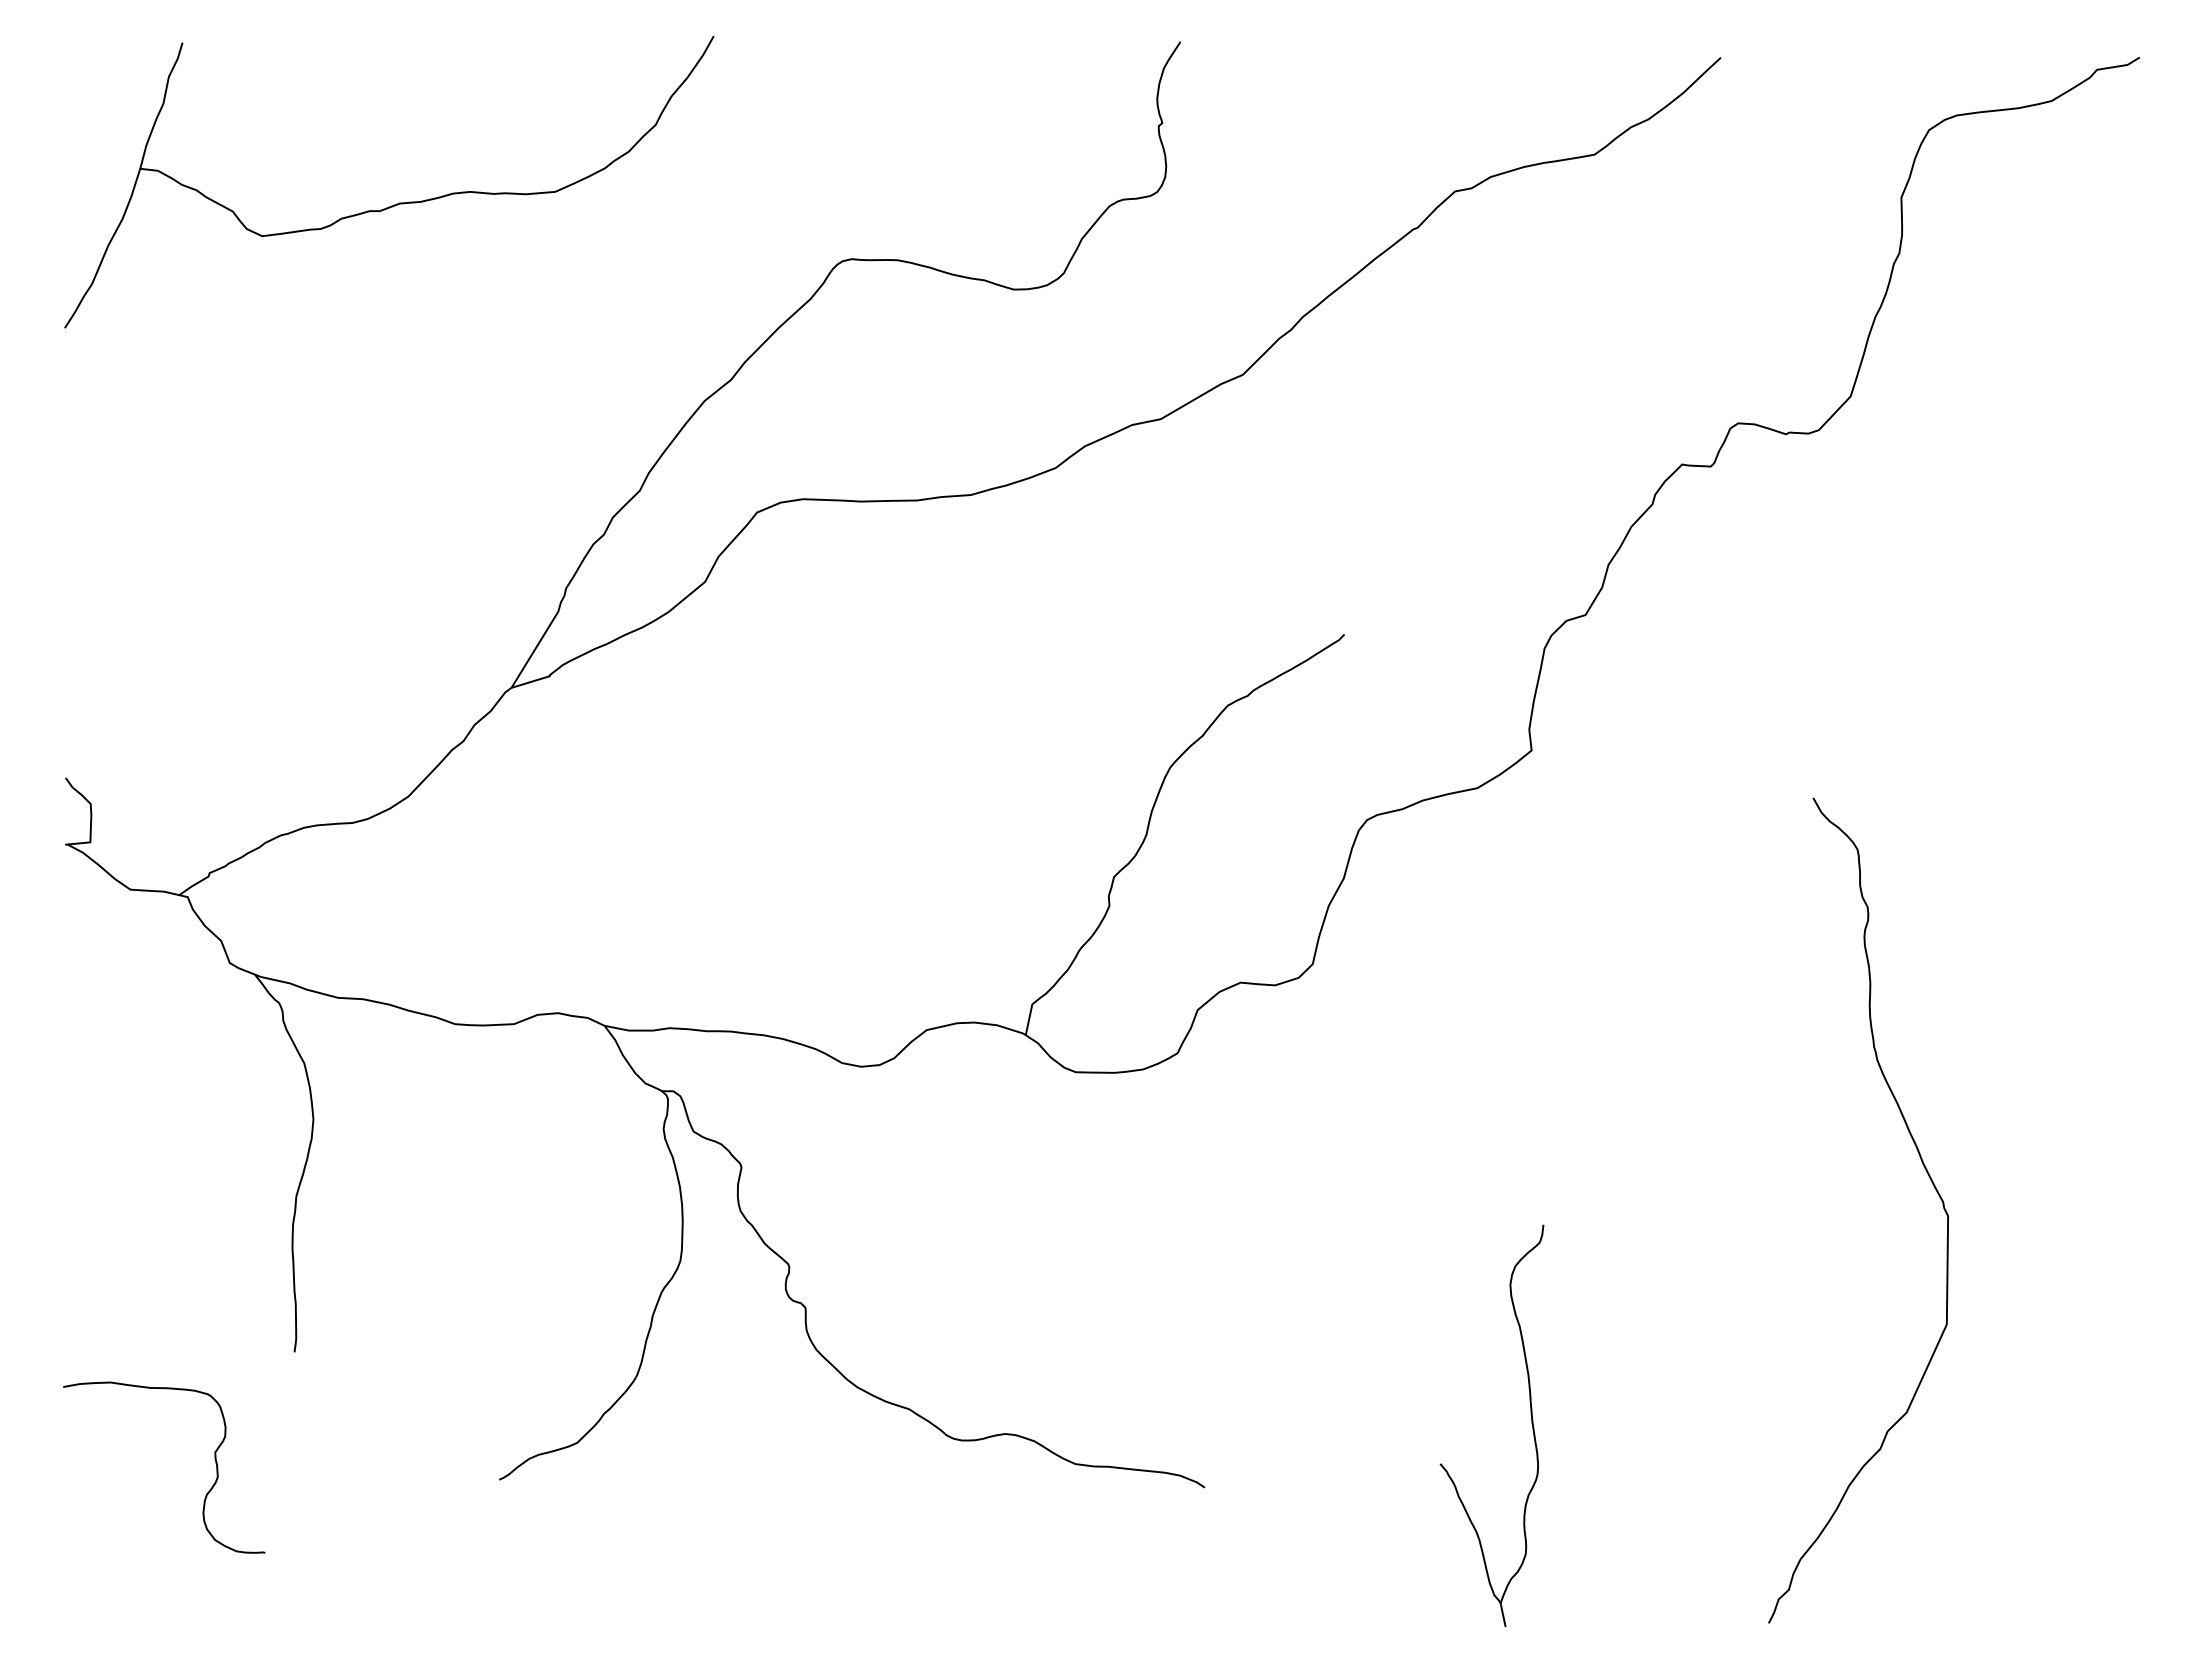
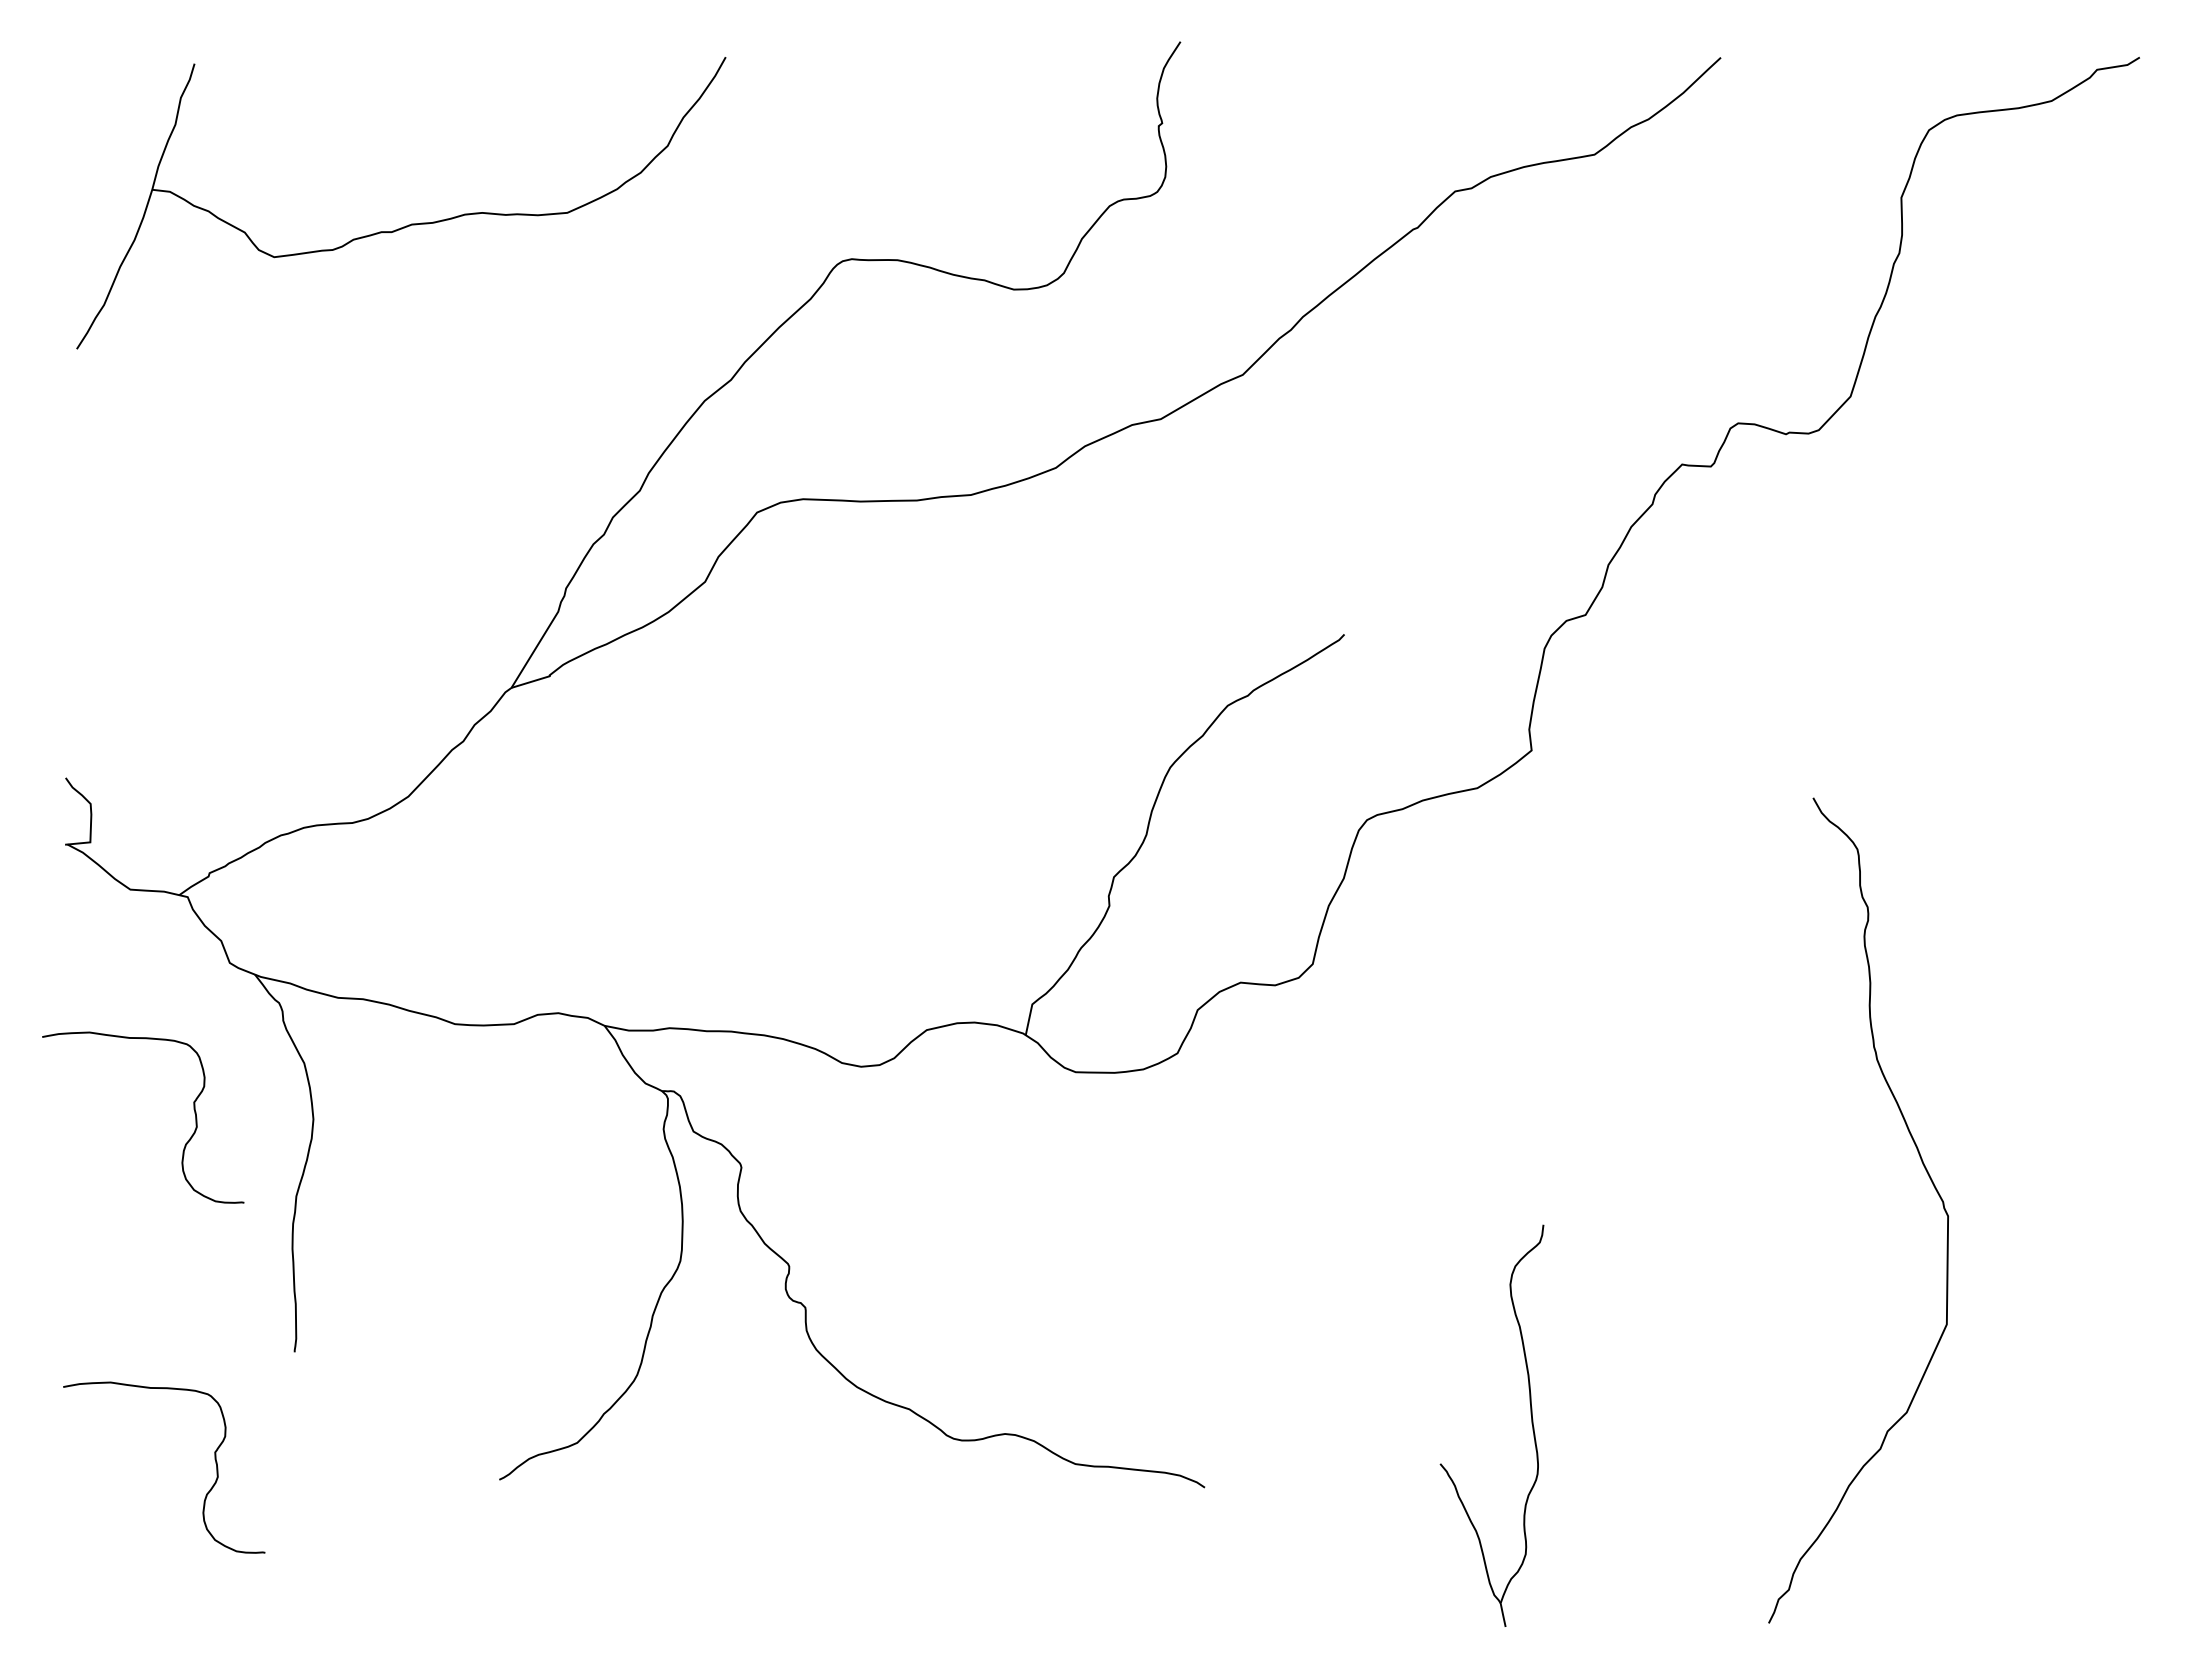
part at (396, 203) position: (396, 203) -> (408, 224)
curve at (185, 1143): none -> present
